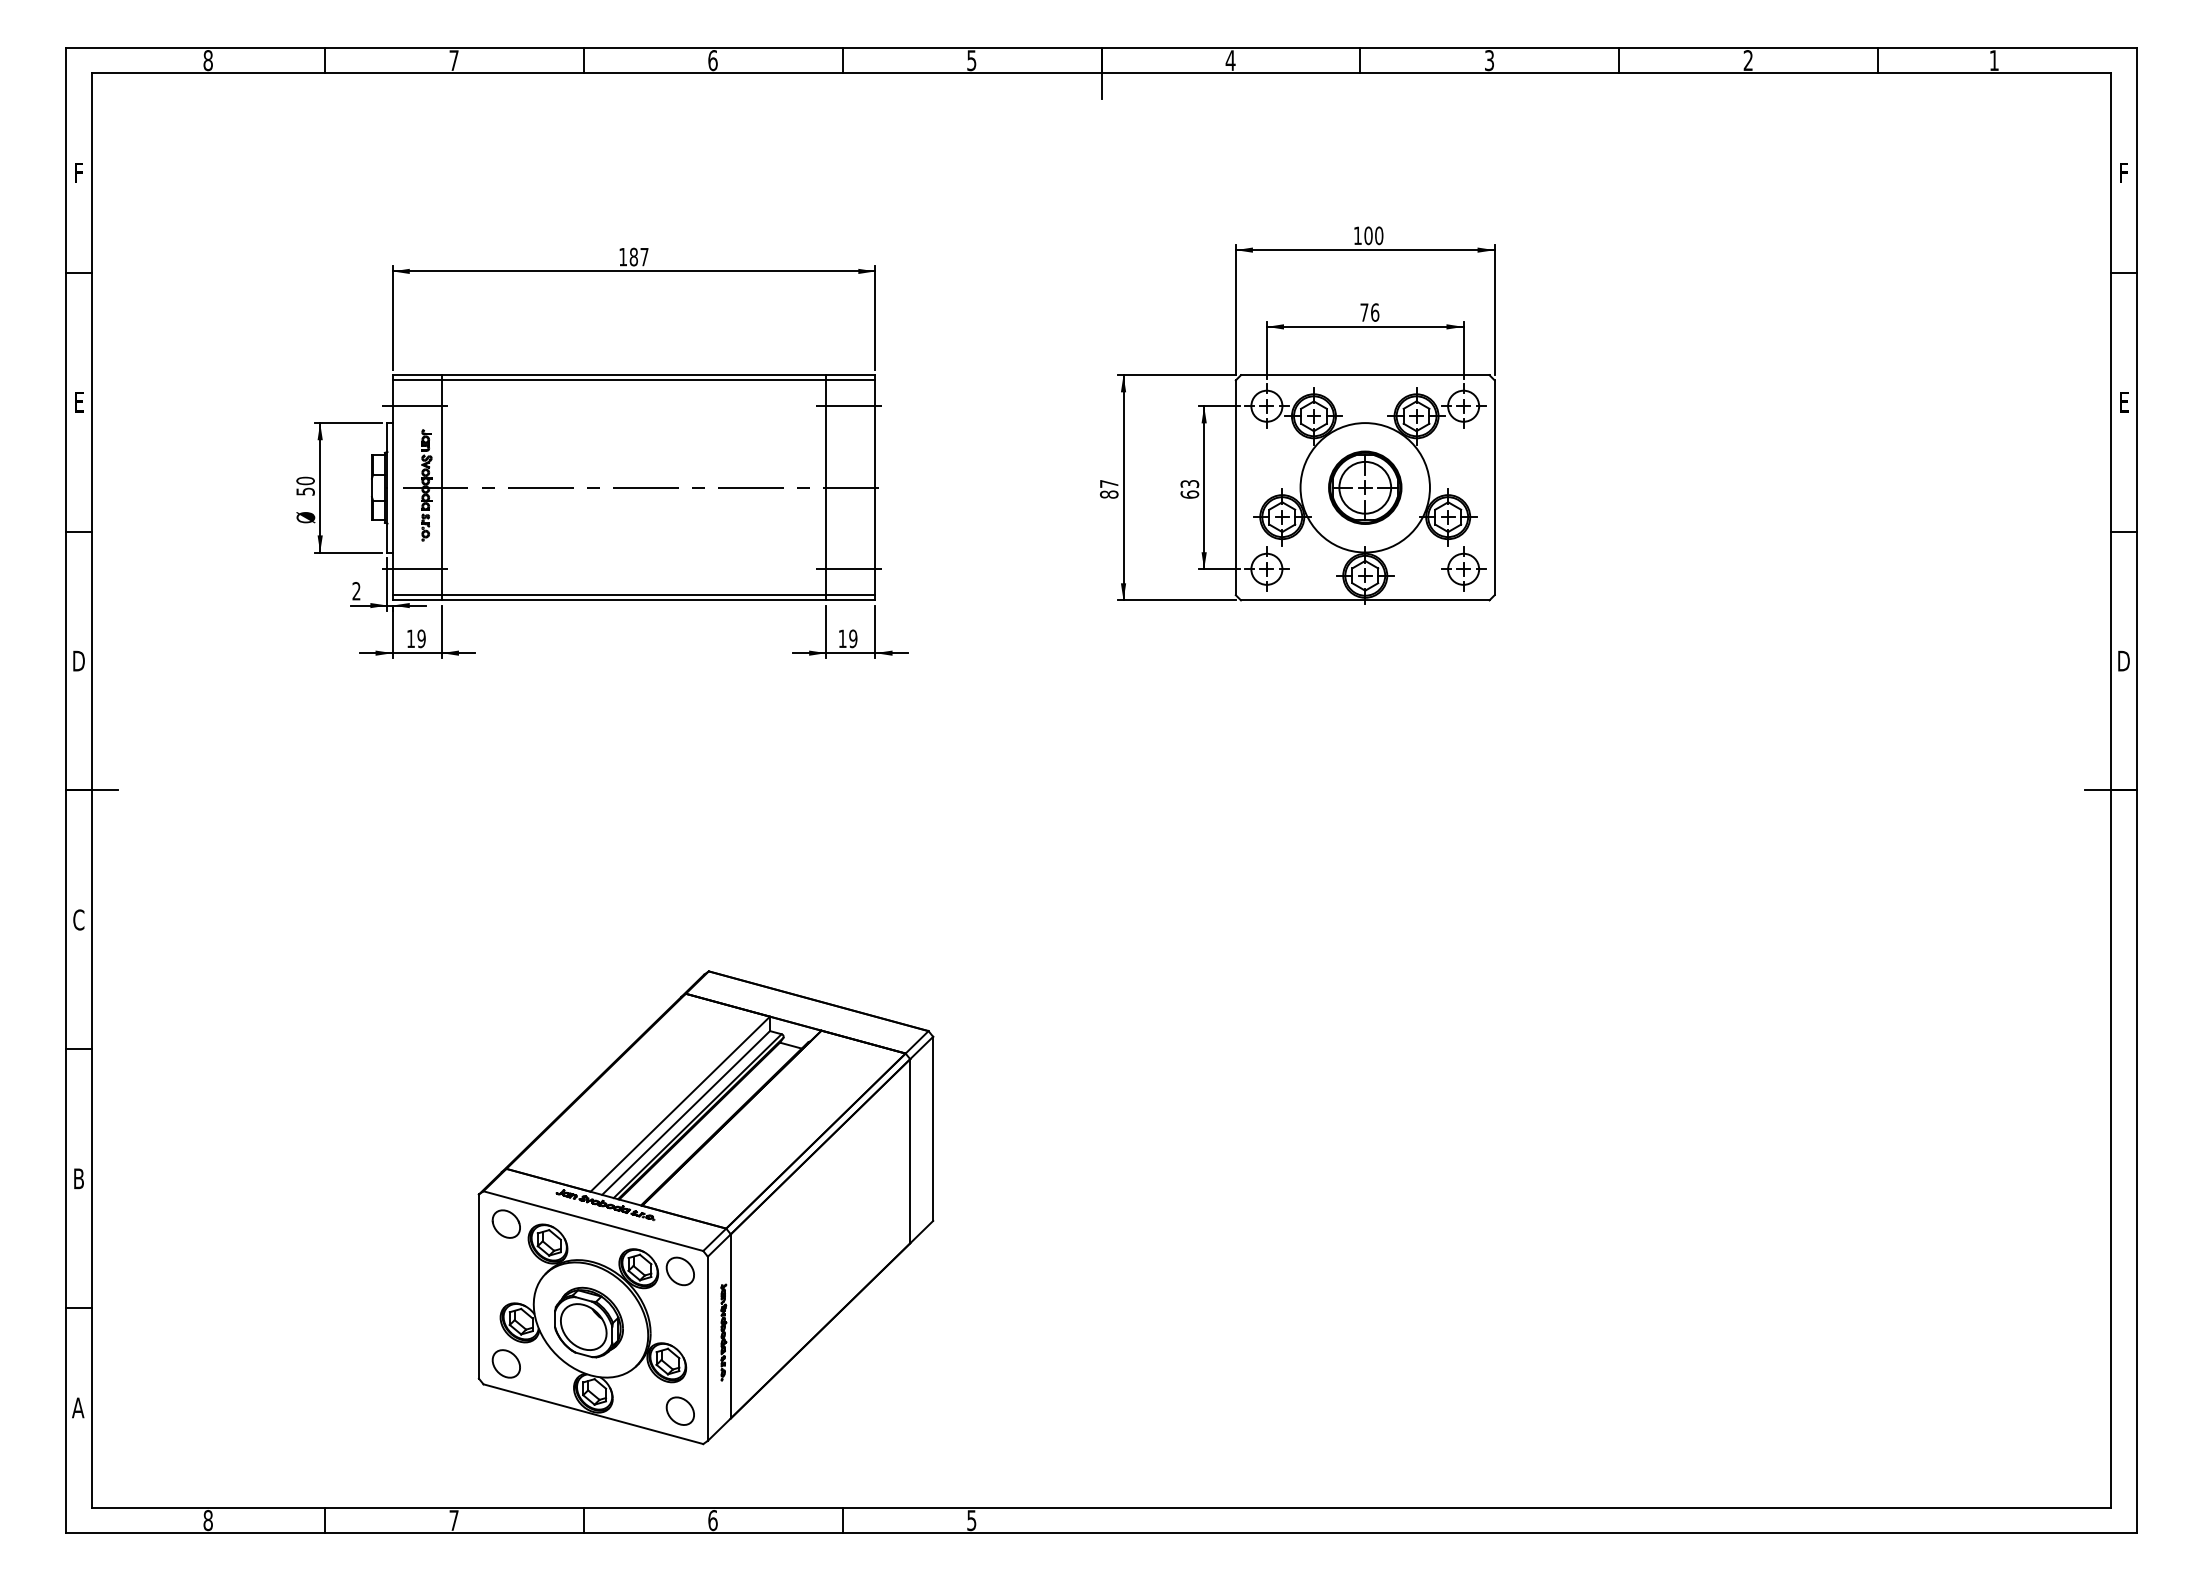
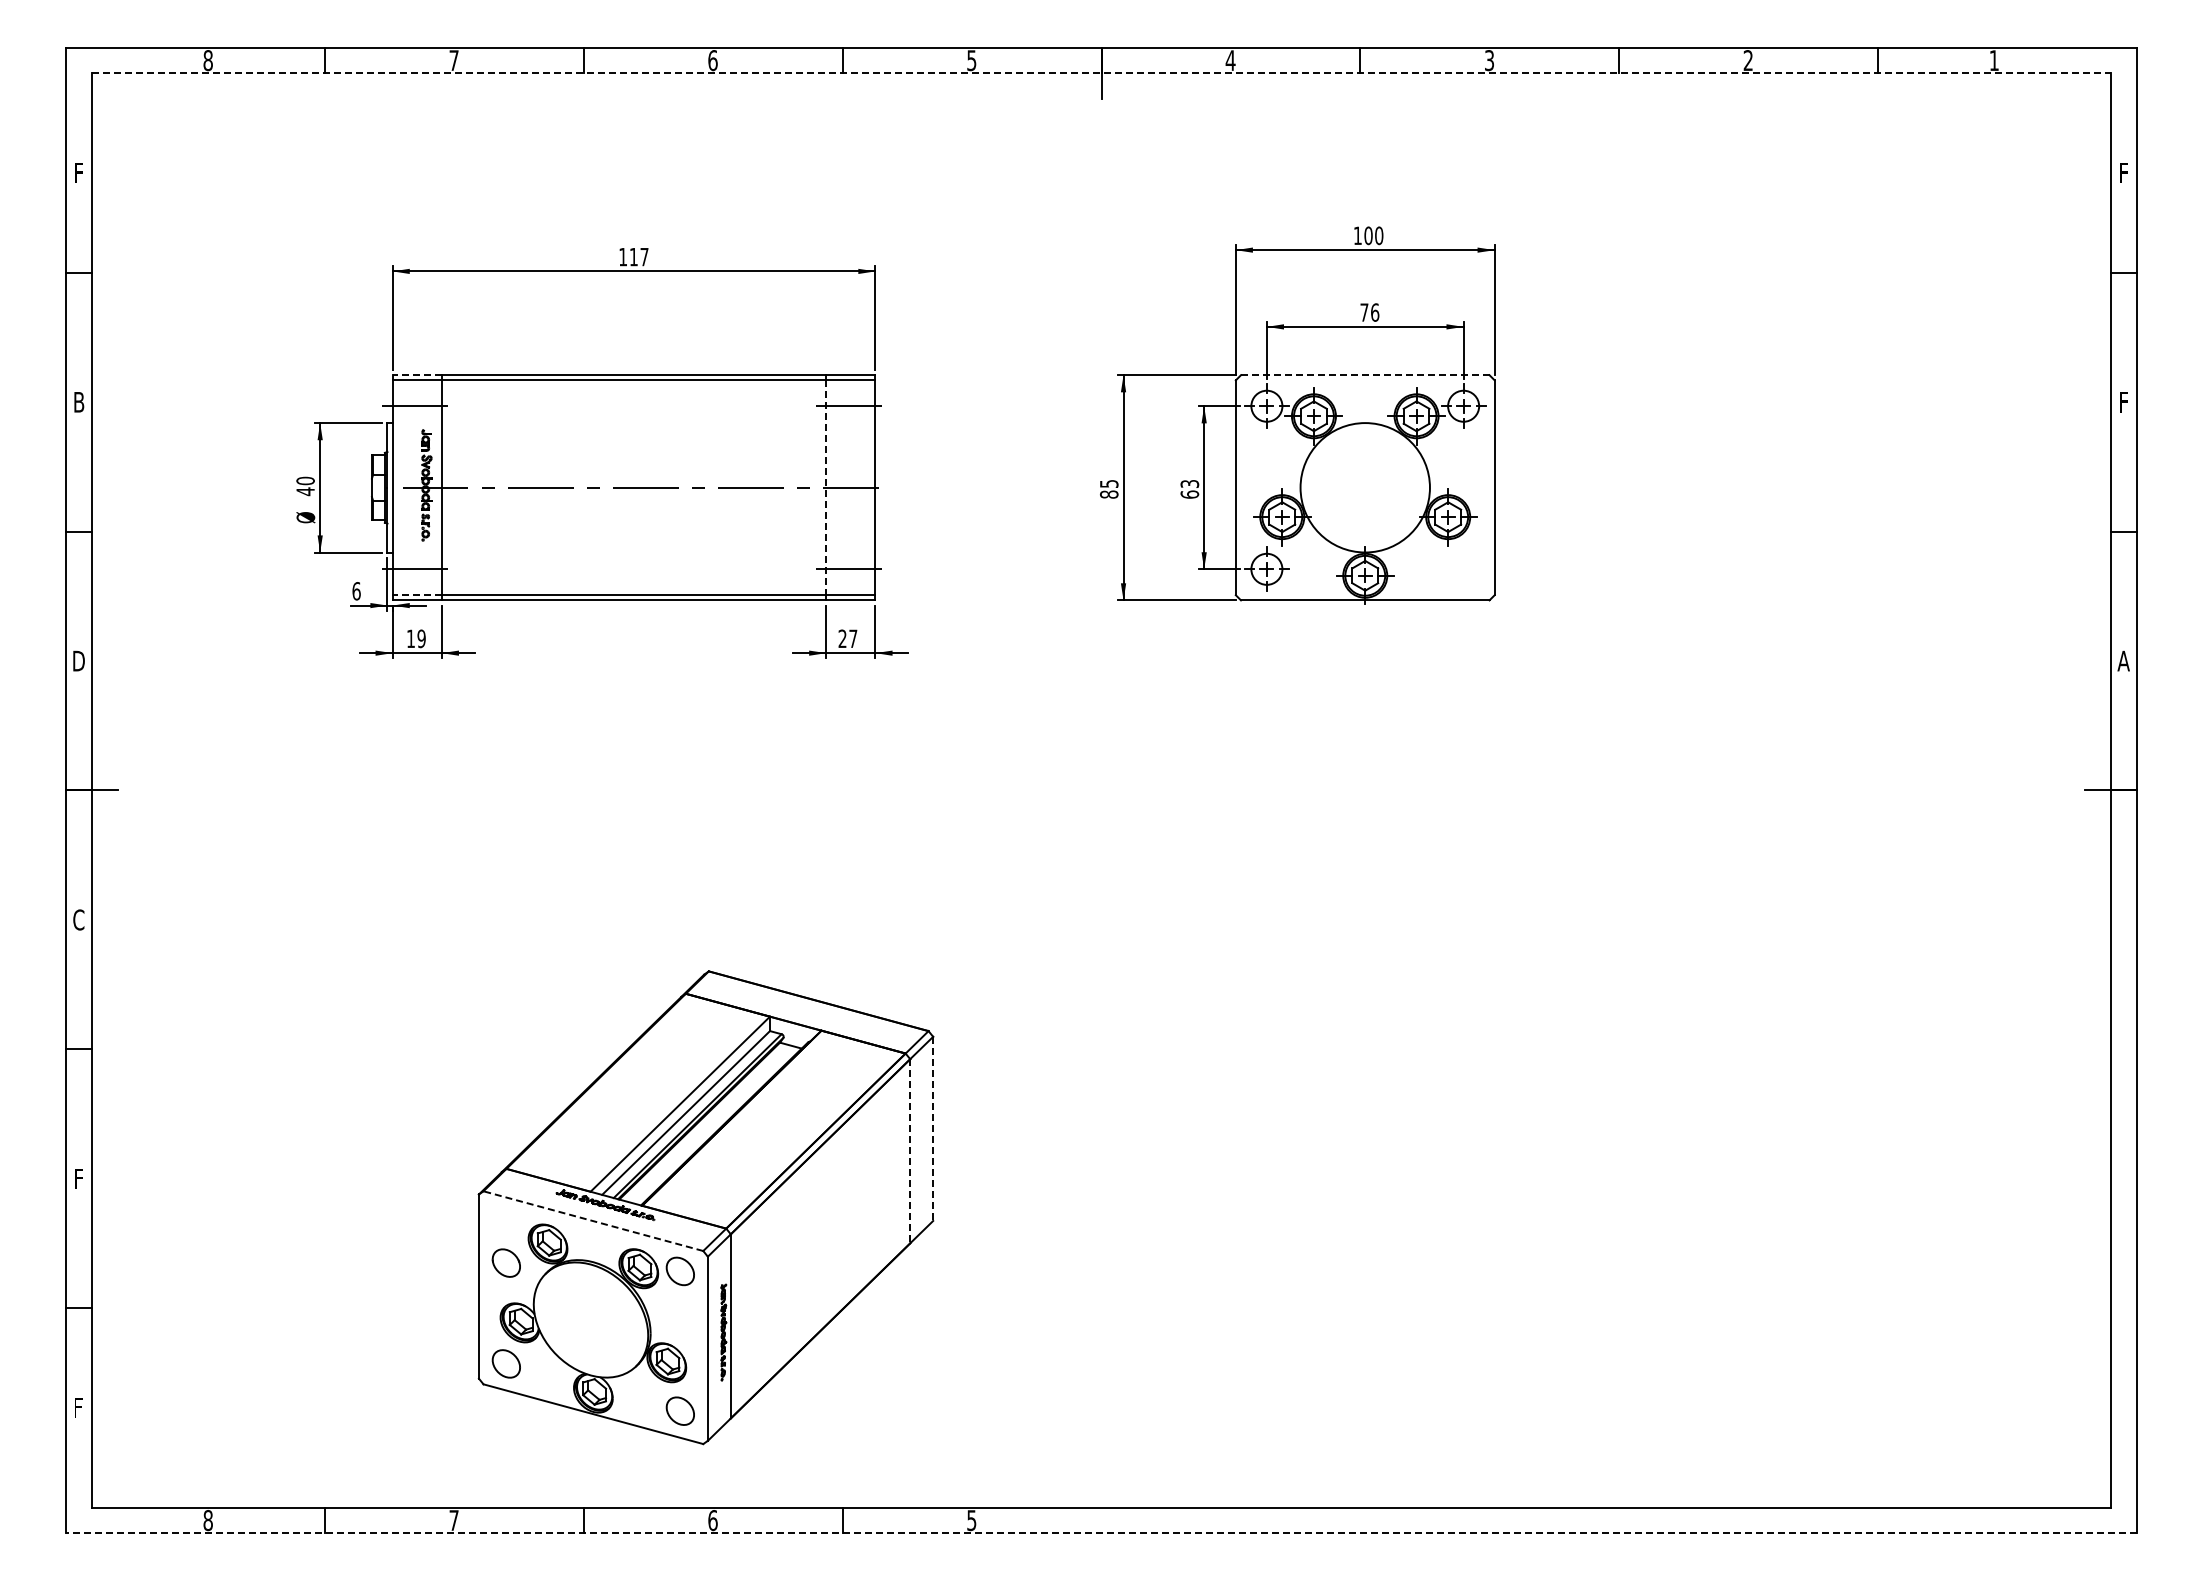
line at (1101, 73): solid -> dashed
text at (633, 256): 187 -> 117
line at (417, 375): solid -> dashed
line at (1364, 375): solid -> dashed
text at (79, 402): E -> B
text at (2125, 402): E -> F
text at (1109, 483): 87 -> 85
part at (1365, 487): present -> none
line at (826, 488): solid -> dashed
text at (305, 491): 50 -> 40
part at (1463, 568): present -> none
text at (356, 591): 2 -> 6
line at (417, 595): solid -> dashed
text at (847, 638): 19 -> 27
text at (2123, 660): D -> A
line at (933, 1129): solid -> dashed
line at (910, 1151): solid -> dashed
text at (78, 1178): B -> F
line at (593, 1221): solid -> dashed
part at (505, 1223) position: (505, 1223) -> (505, 1262)
part at (588, 1322): present -> none
text at (78, 1407): A -> F
line at (1101, 1533): solid -> dashed
